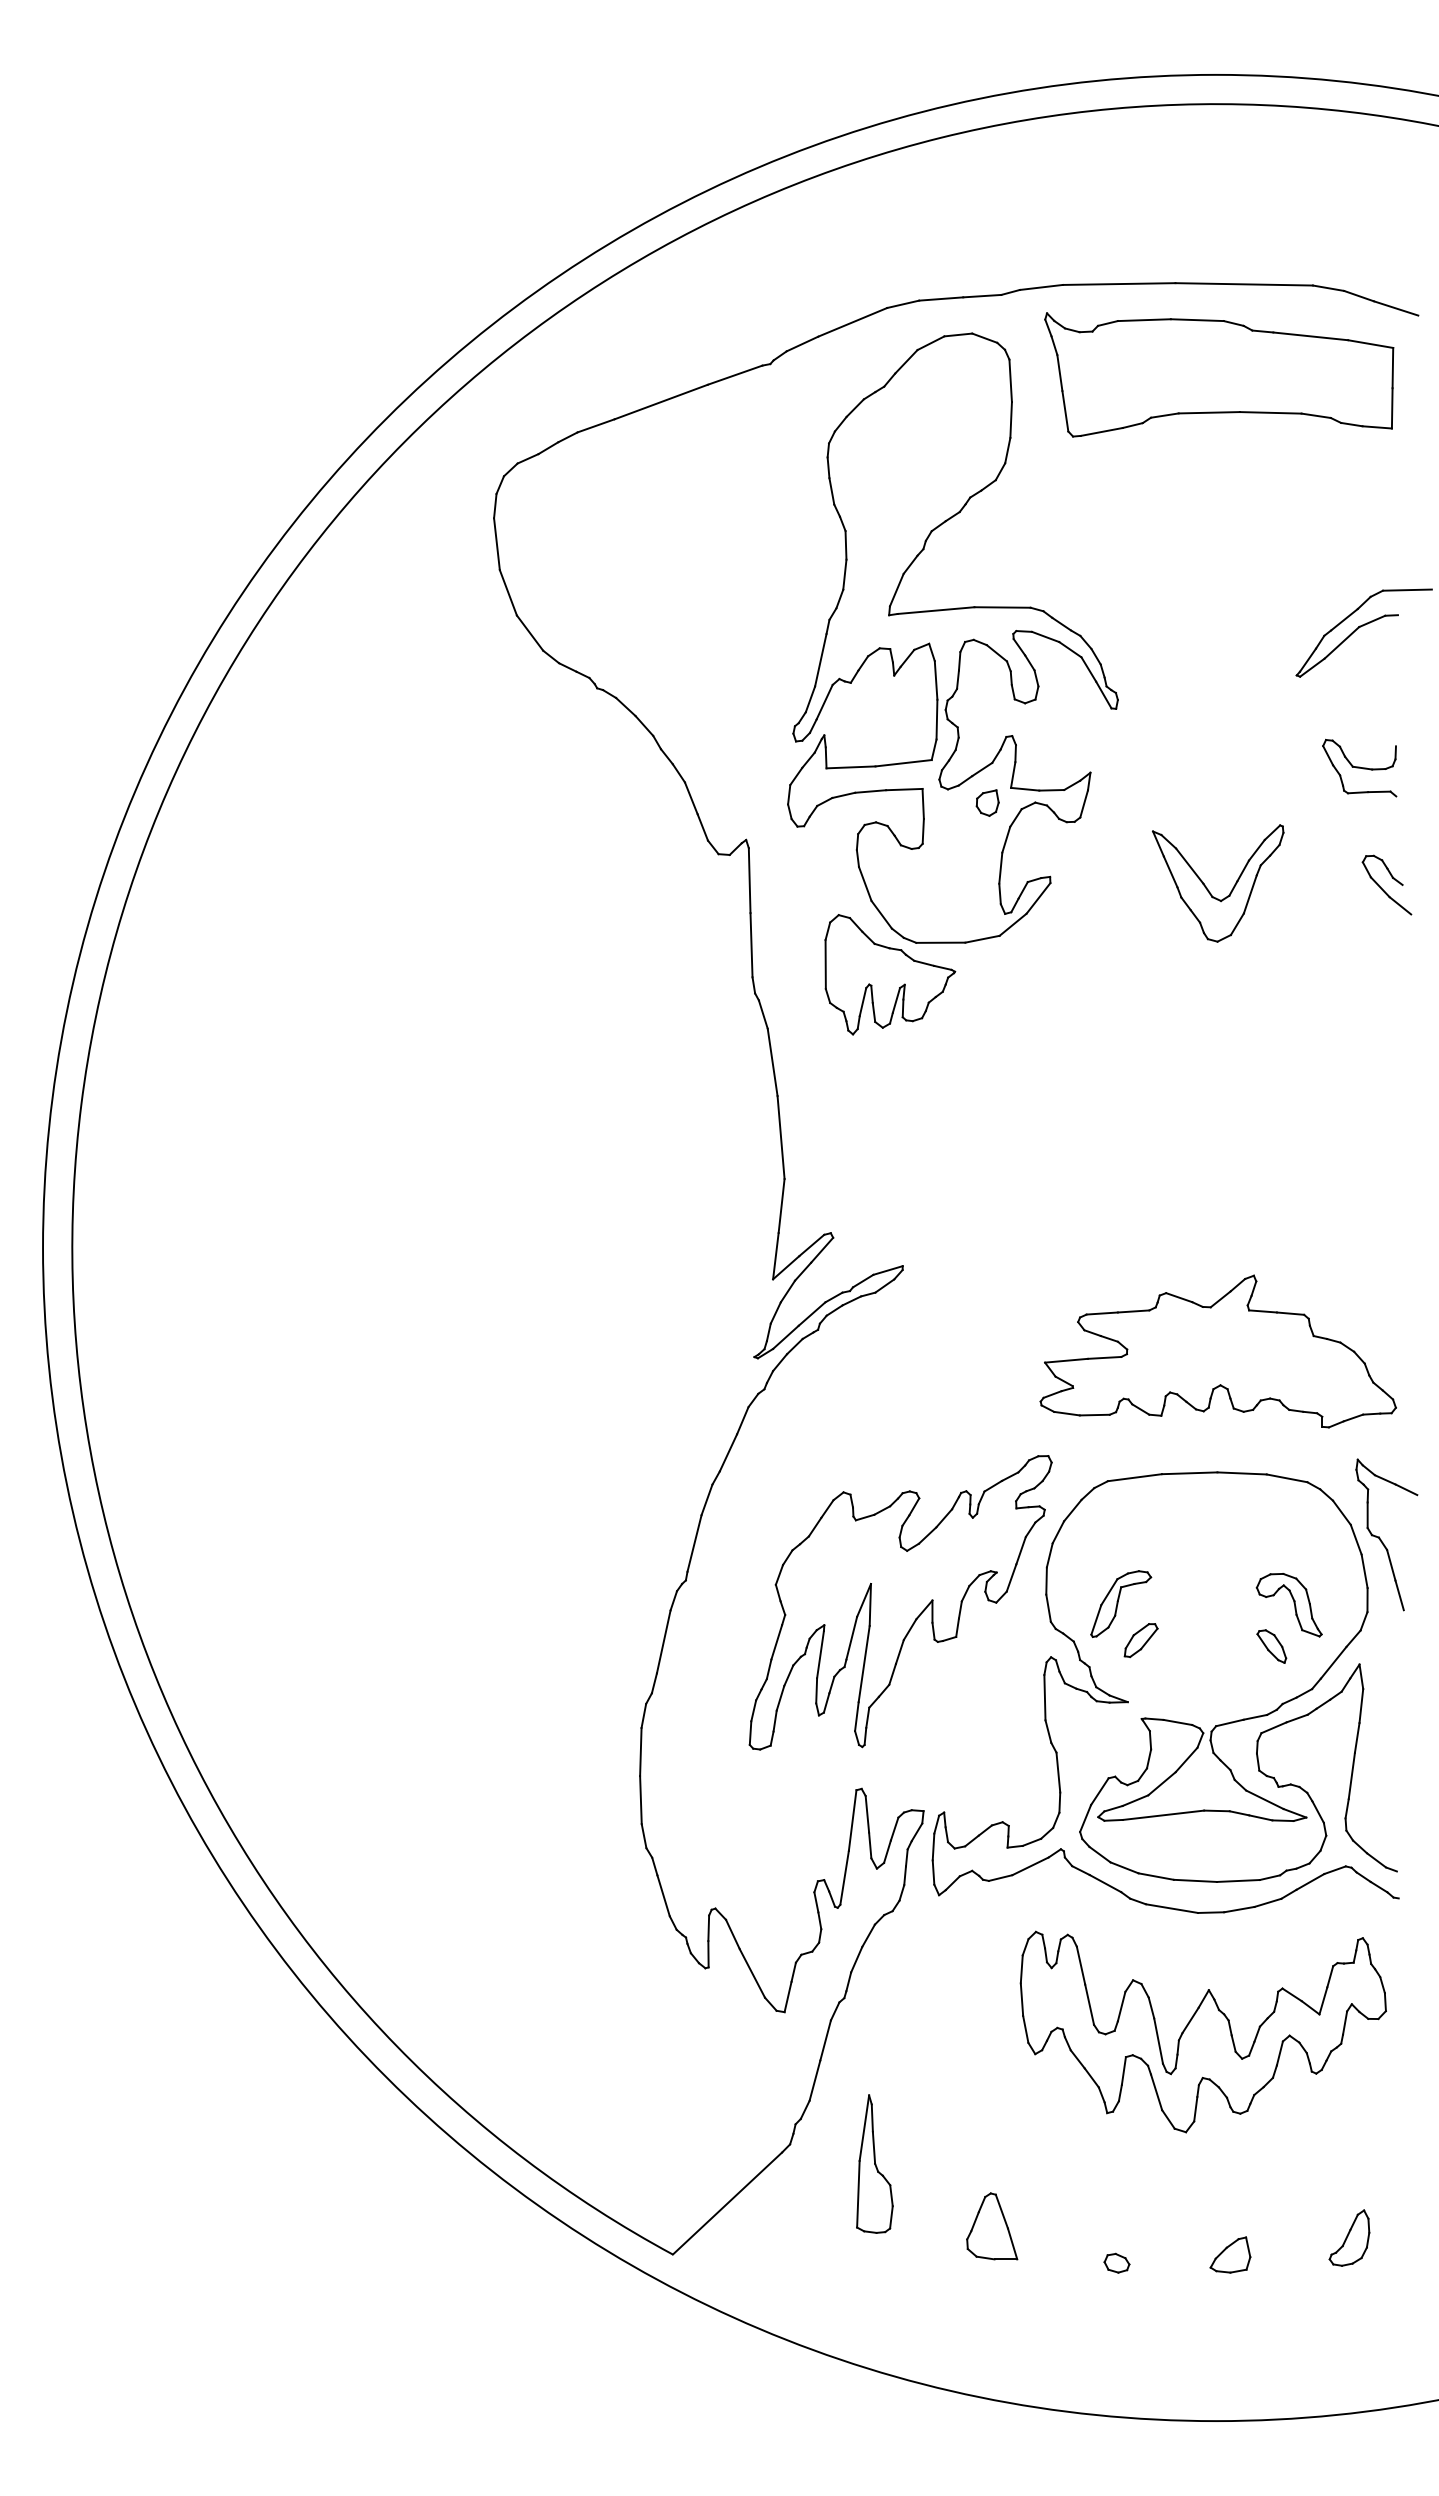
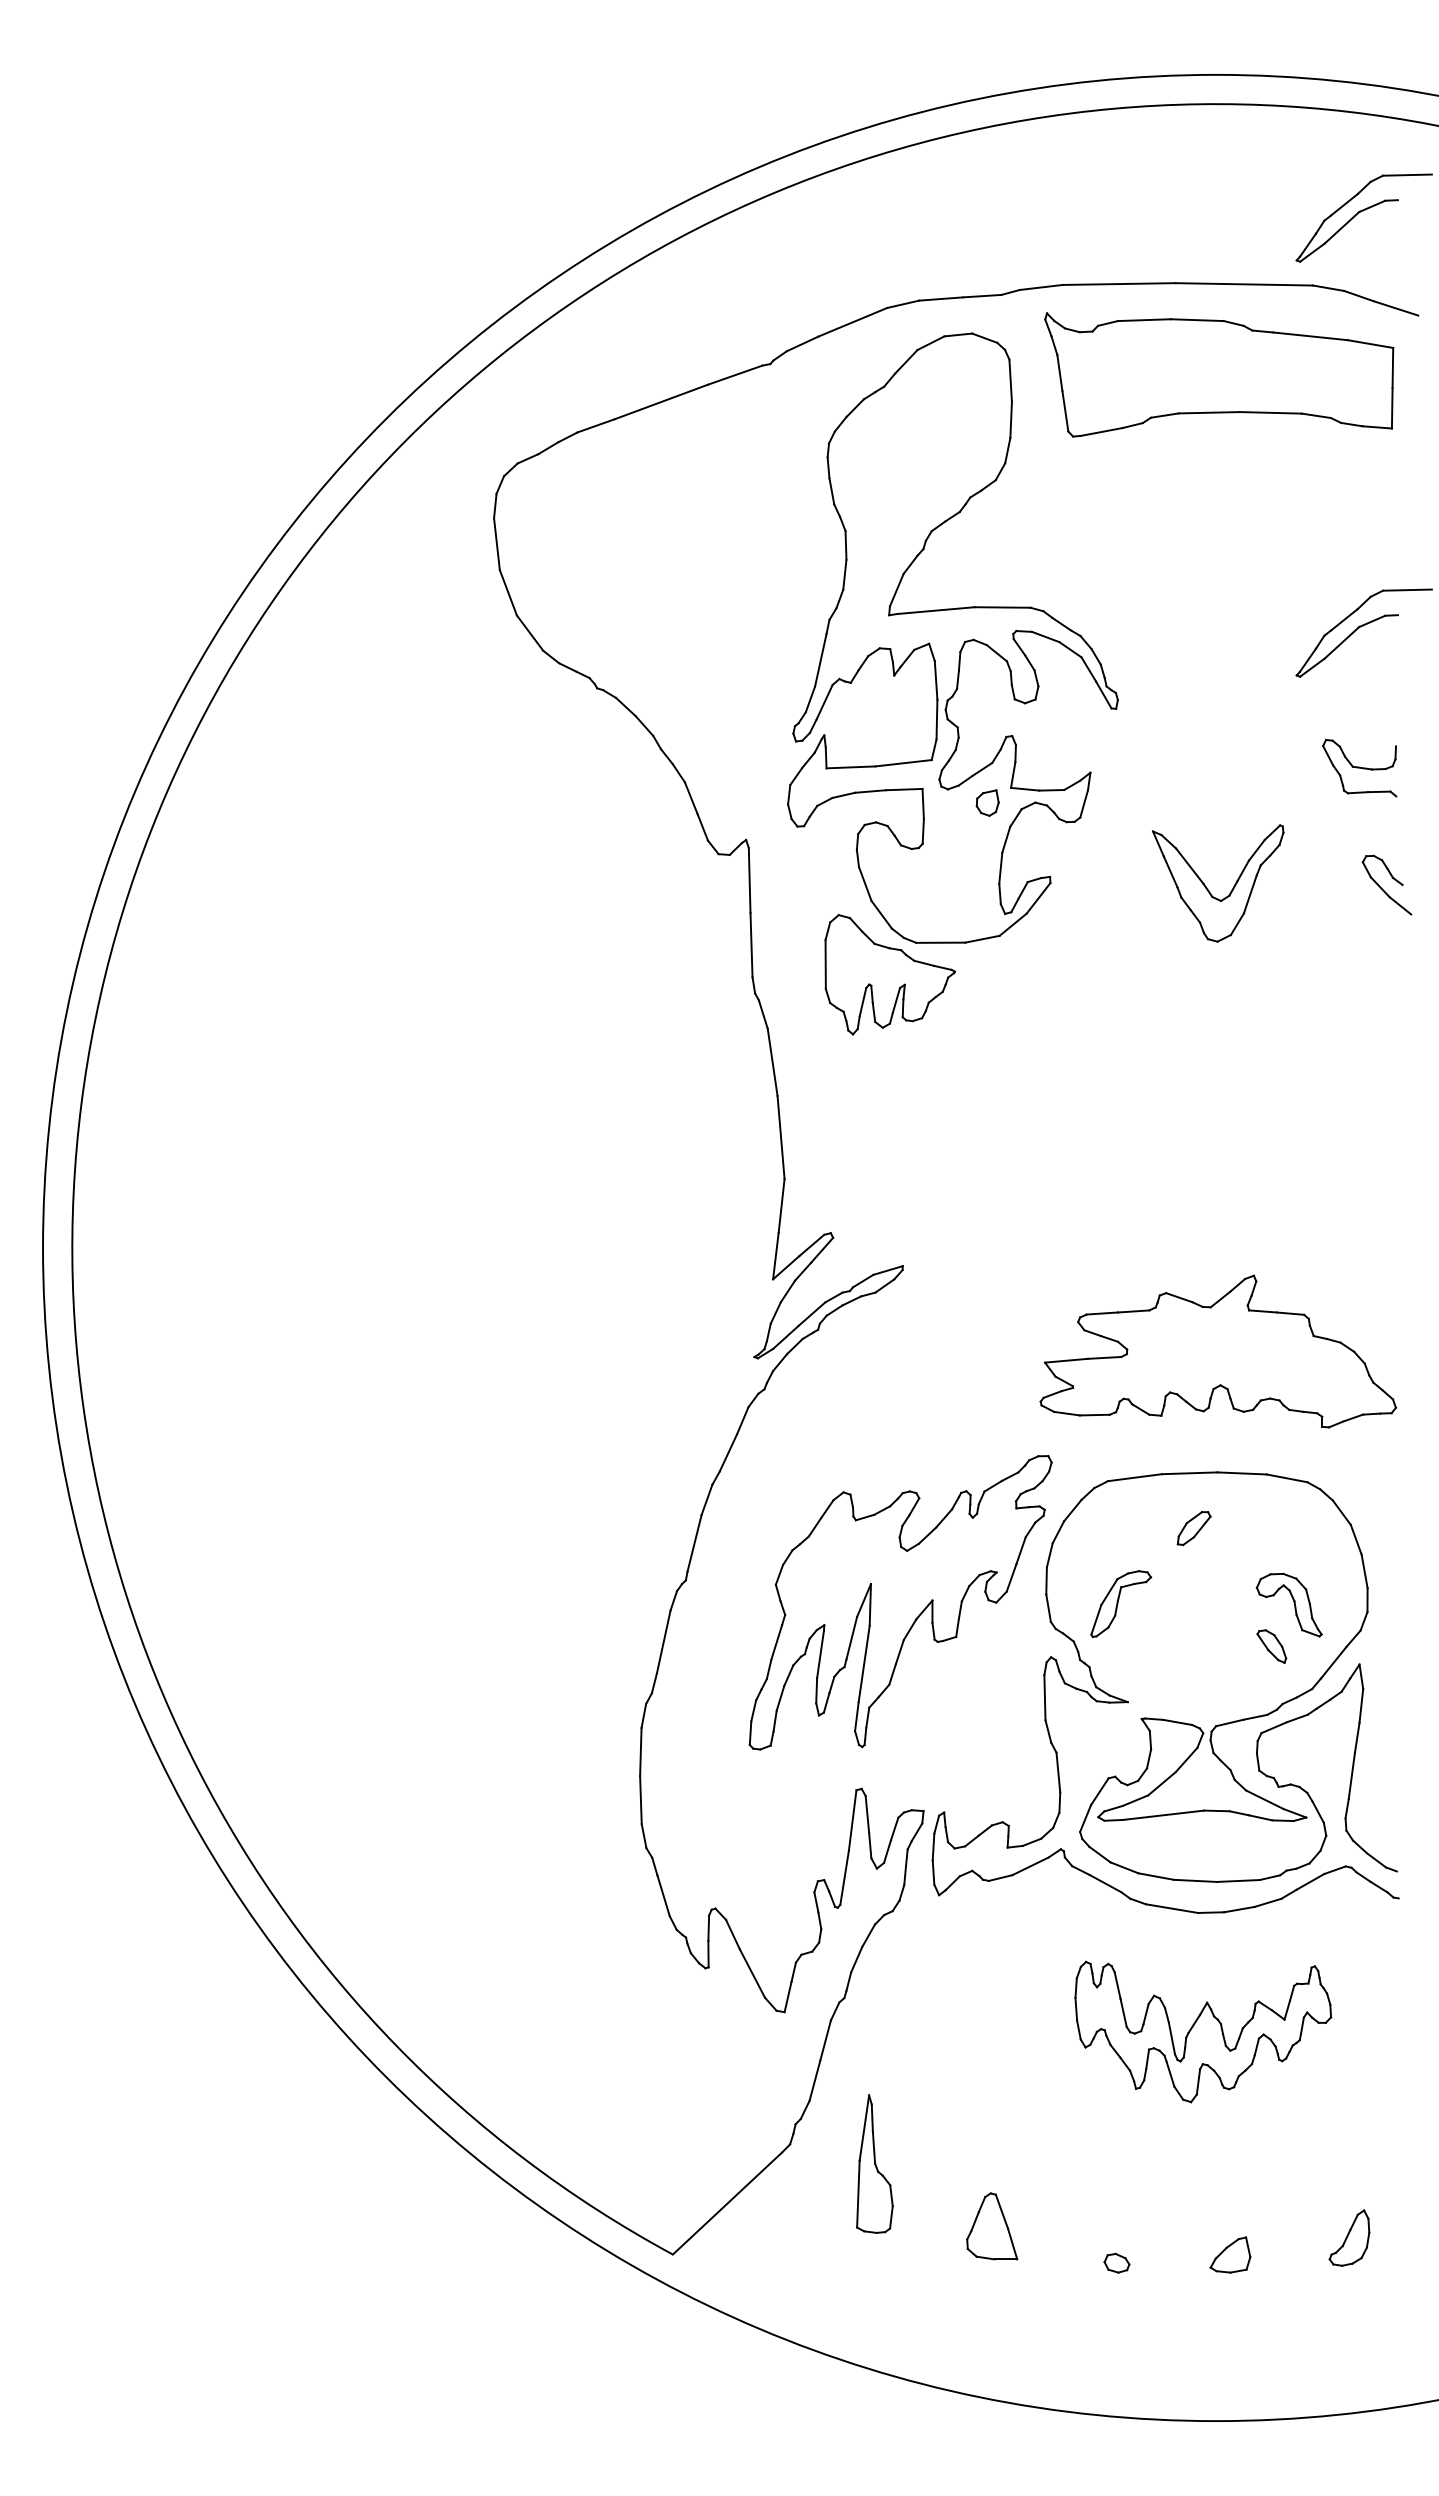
part at (1363, 217): none -> present
part at (1380, 1537): present -> none
part at (1140, 1640) position: (1140, 1640) -> (1193, 1528)
part at (1202, 2031) size: 368x204 px -> 259x144 px
